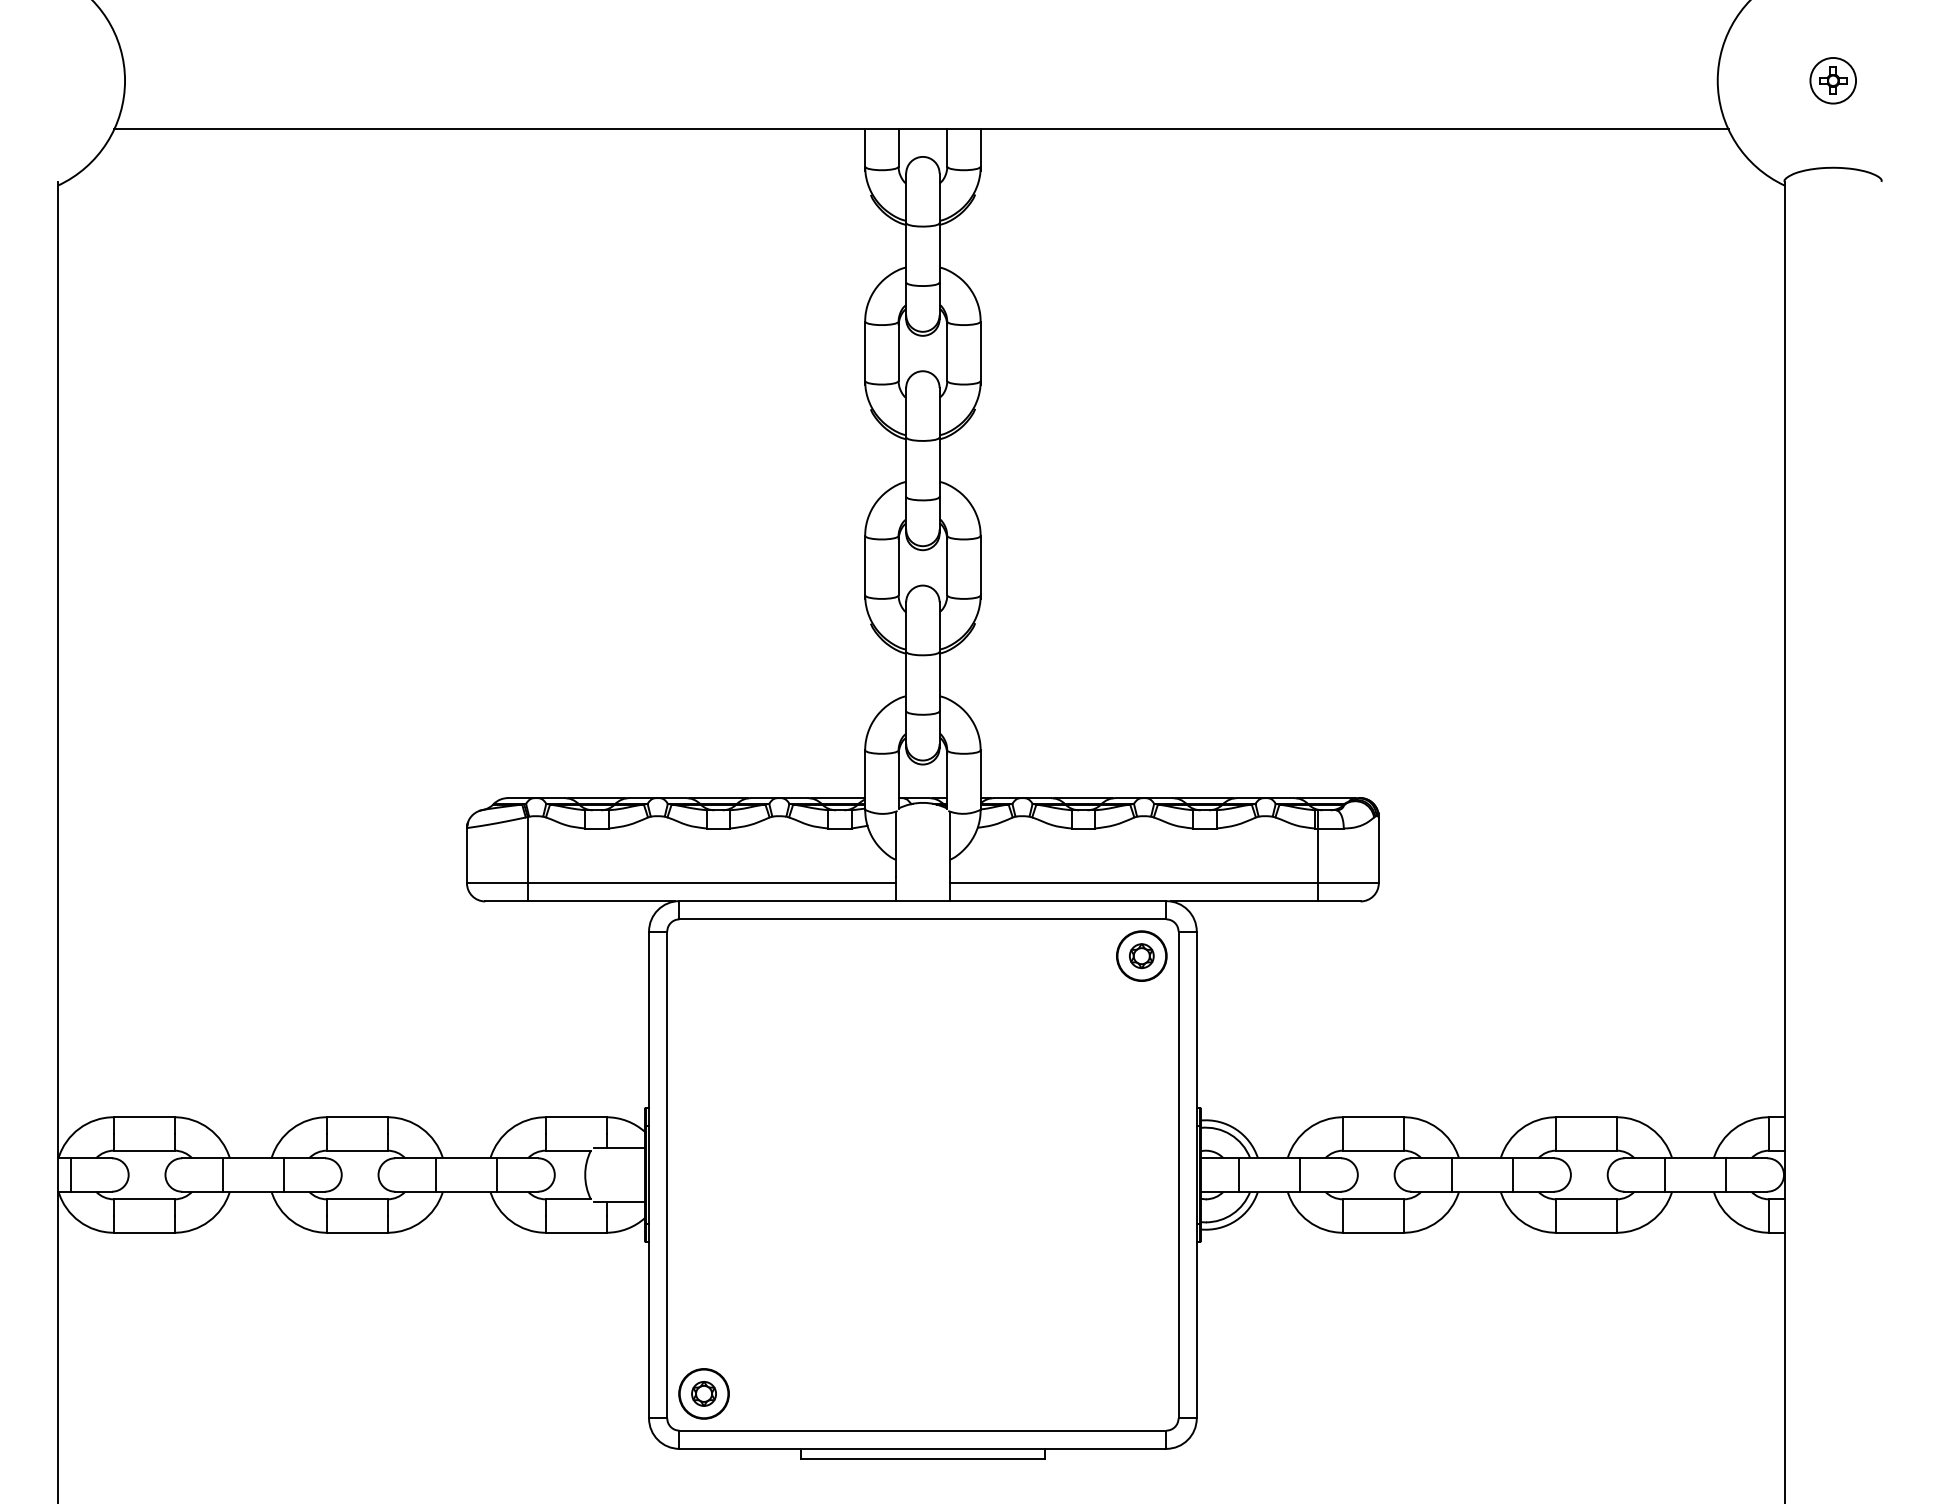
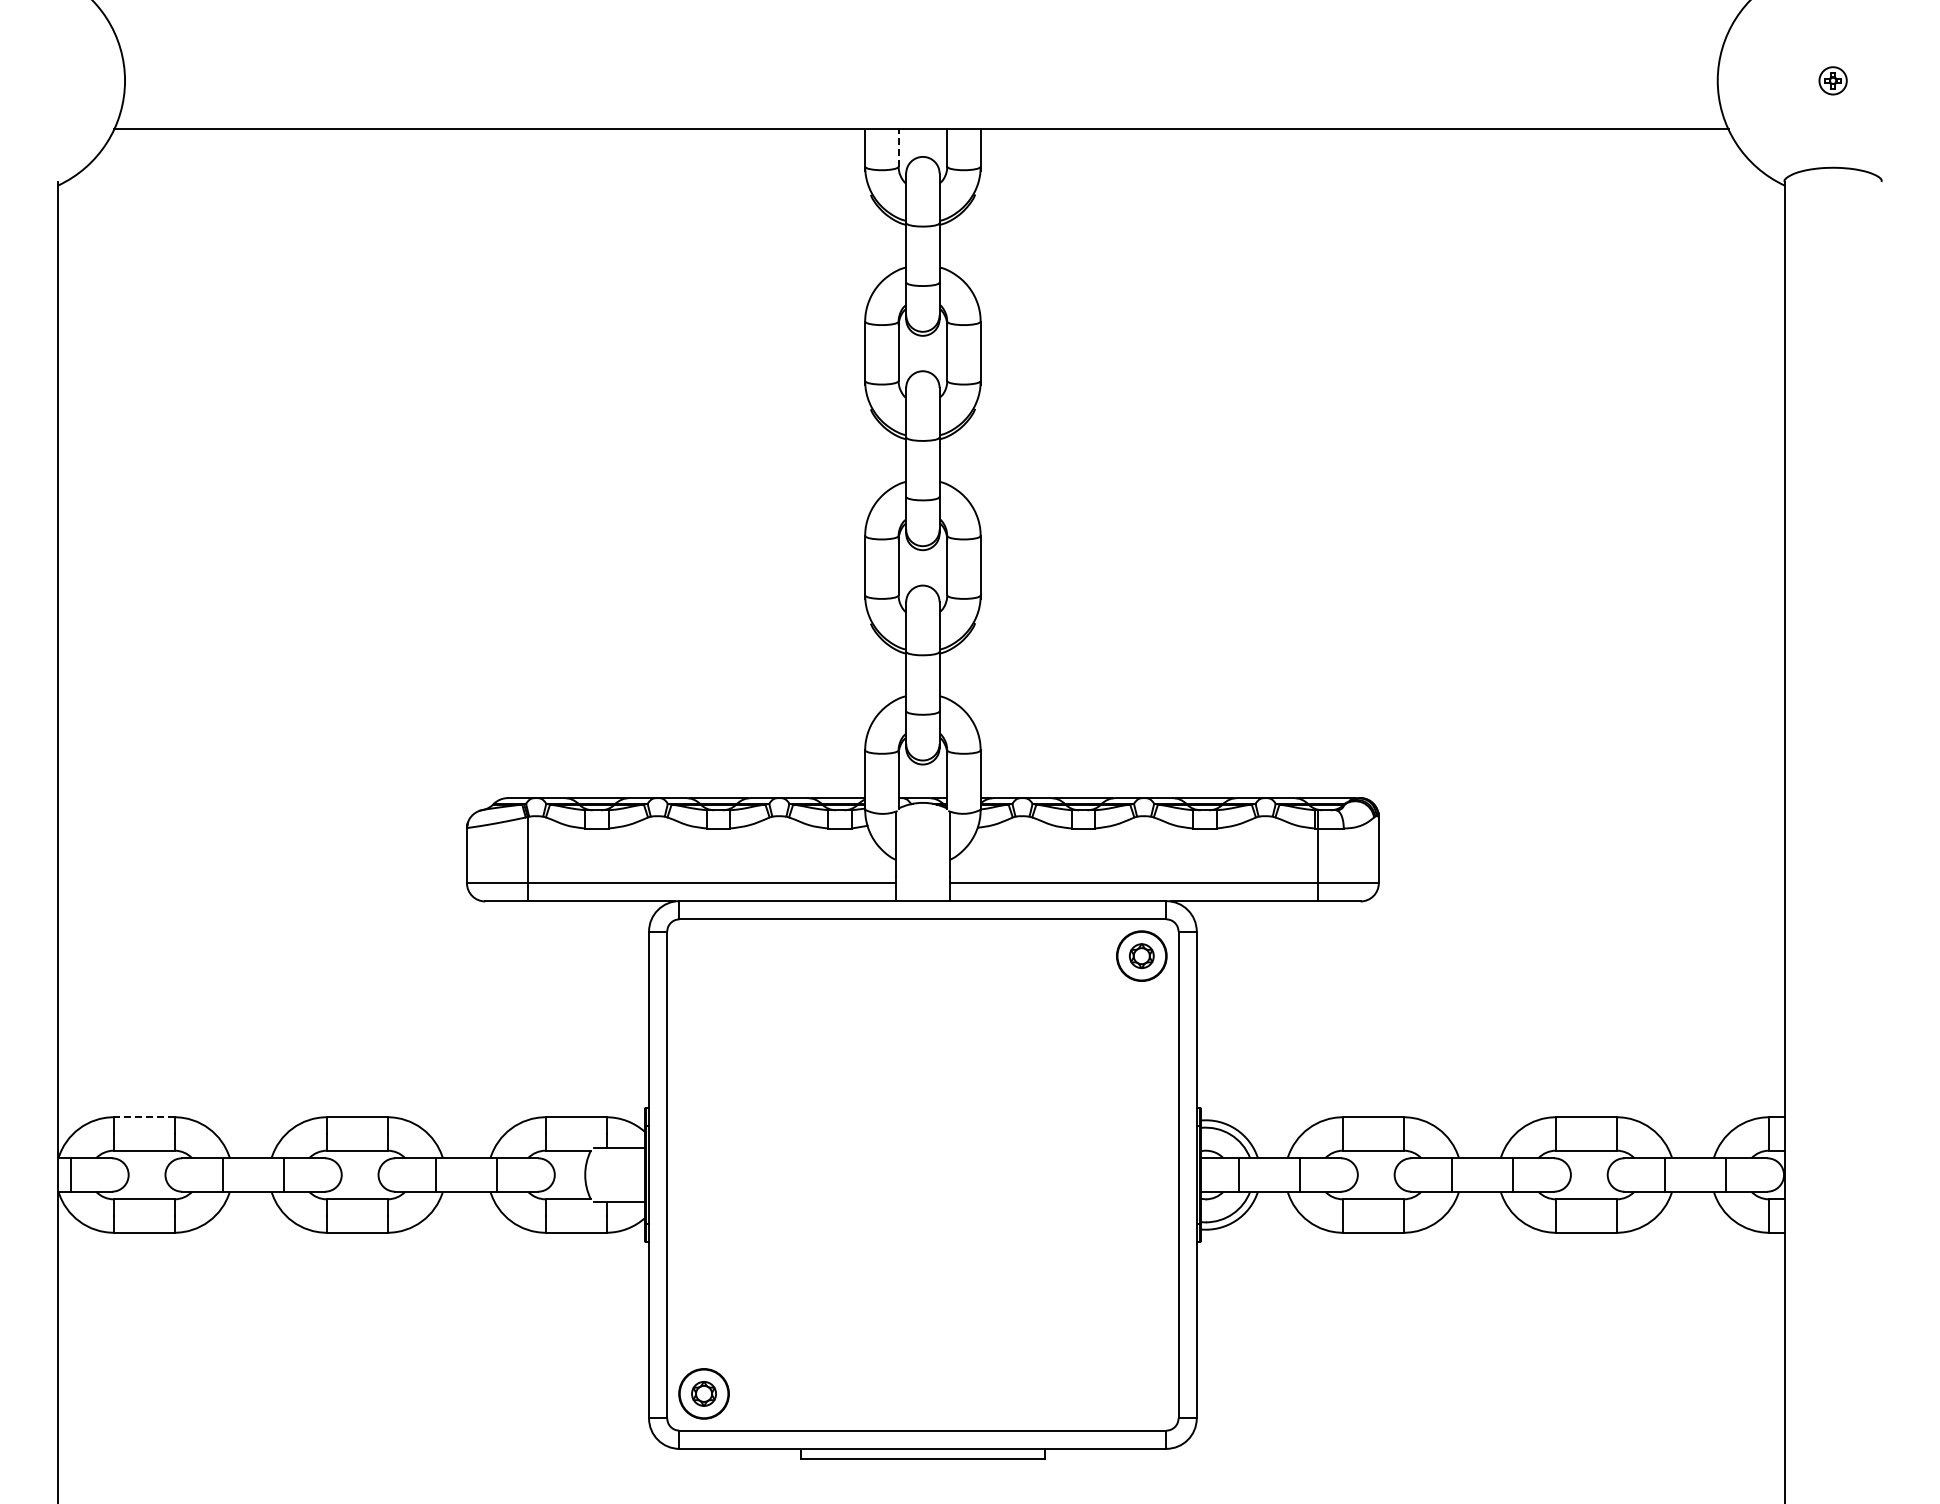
part at (1832, 80) size: 48x48 px -> 30x30 px
line at (898, 148): solid -> dashed
line at (143, 1117): solid -> dashed
